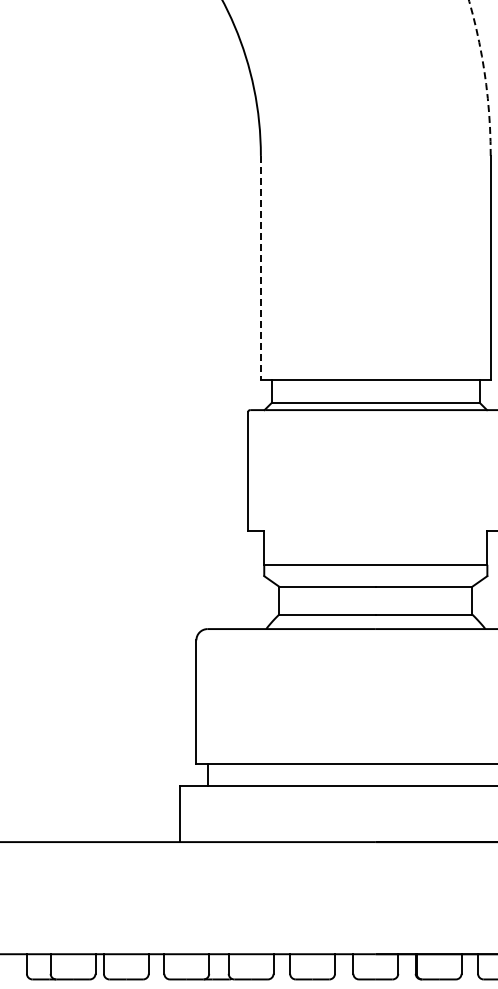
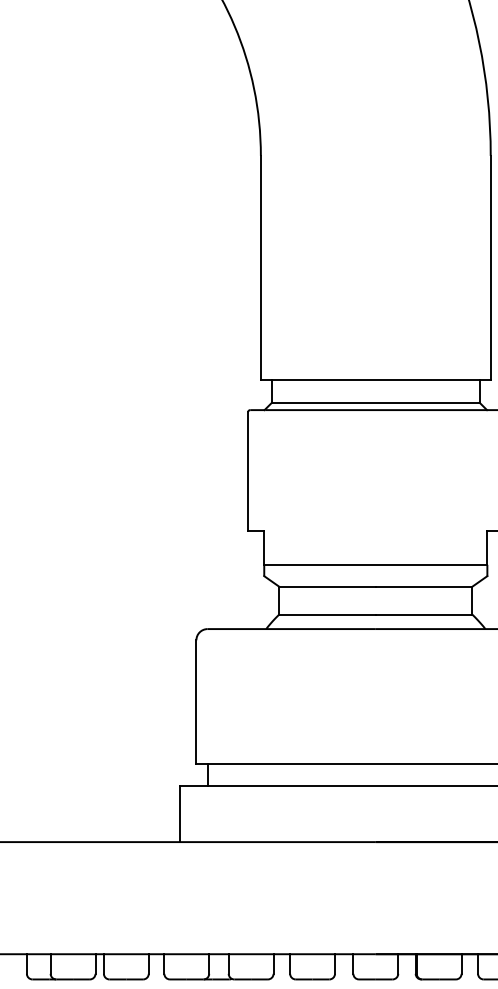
arc at (485, 76): dashed -> solid
line at (260, 268): dashed -> solid
